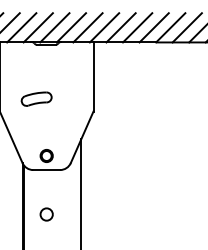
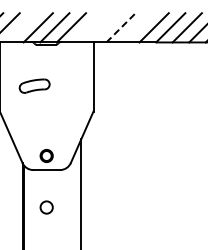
line at (21, 27): present -> none
line at (87, 27): present -> none
line at (104, 27): present -> none
line at (121, 27): solid -> dashed
line at (137, 27): present -> none
part at (36, 98) position: (36, 98) -> (34, 85)
circle at (46, 214) position: (46, 214) -> (46, 207)
